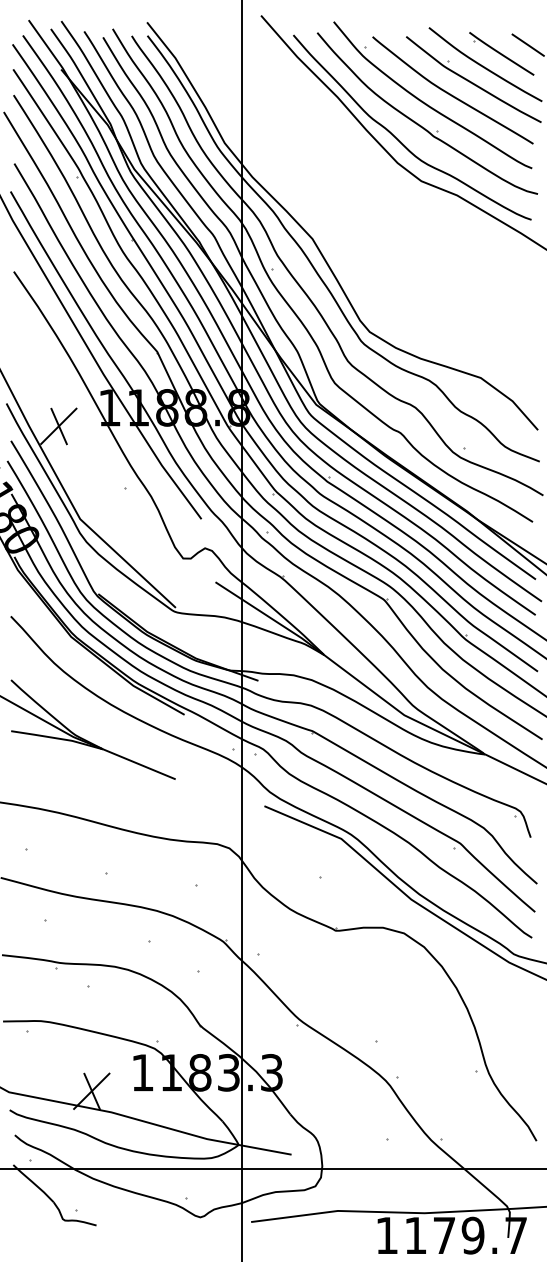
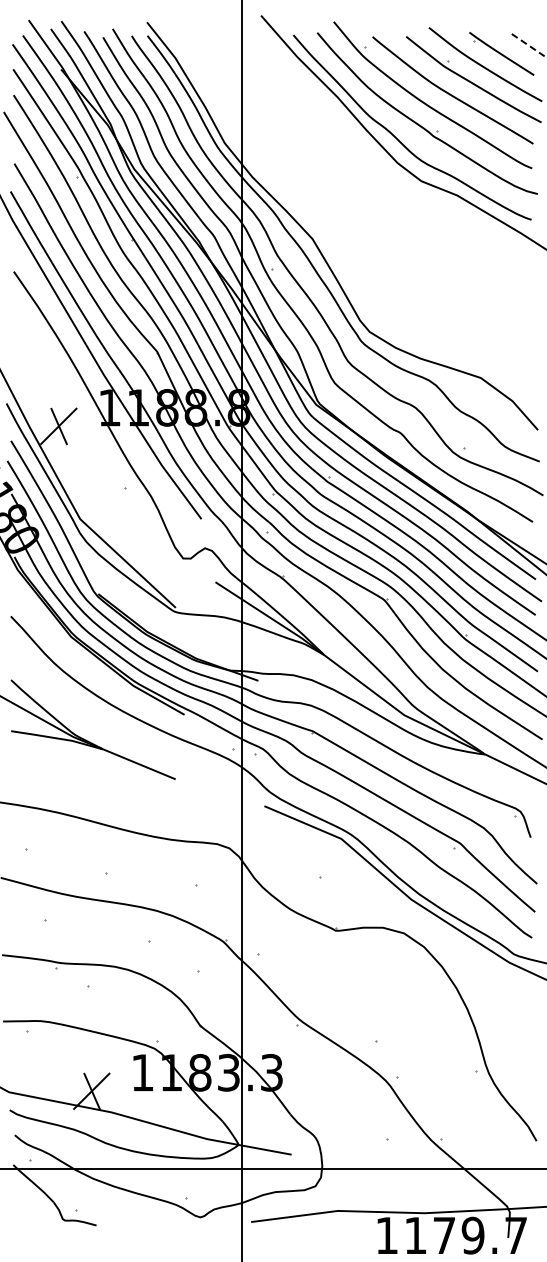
line at (529, 45): solid -> dashed
